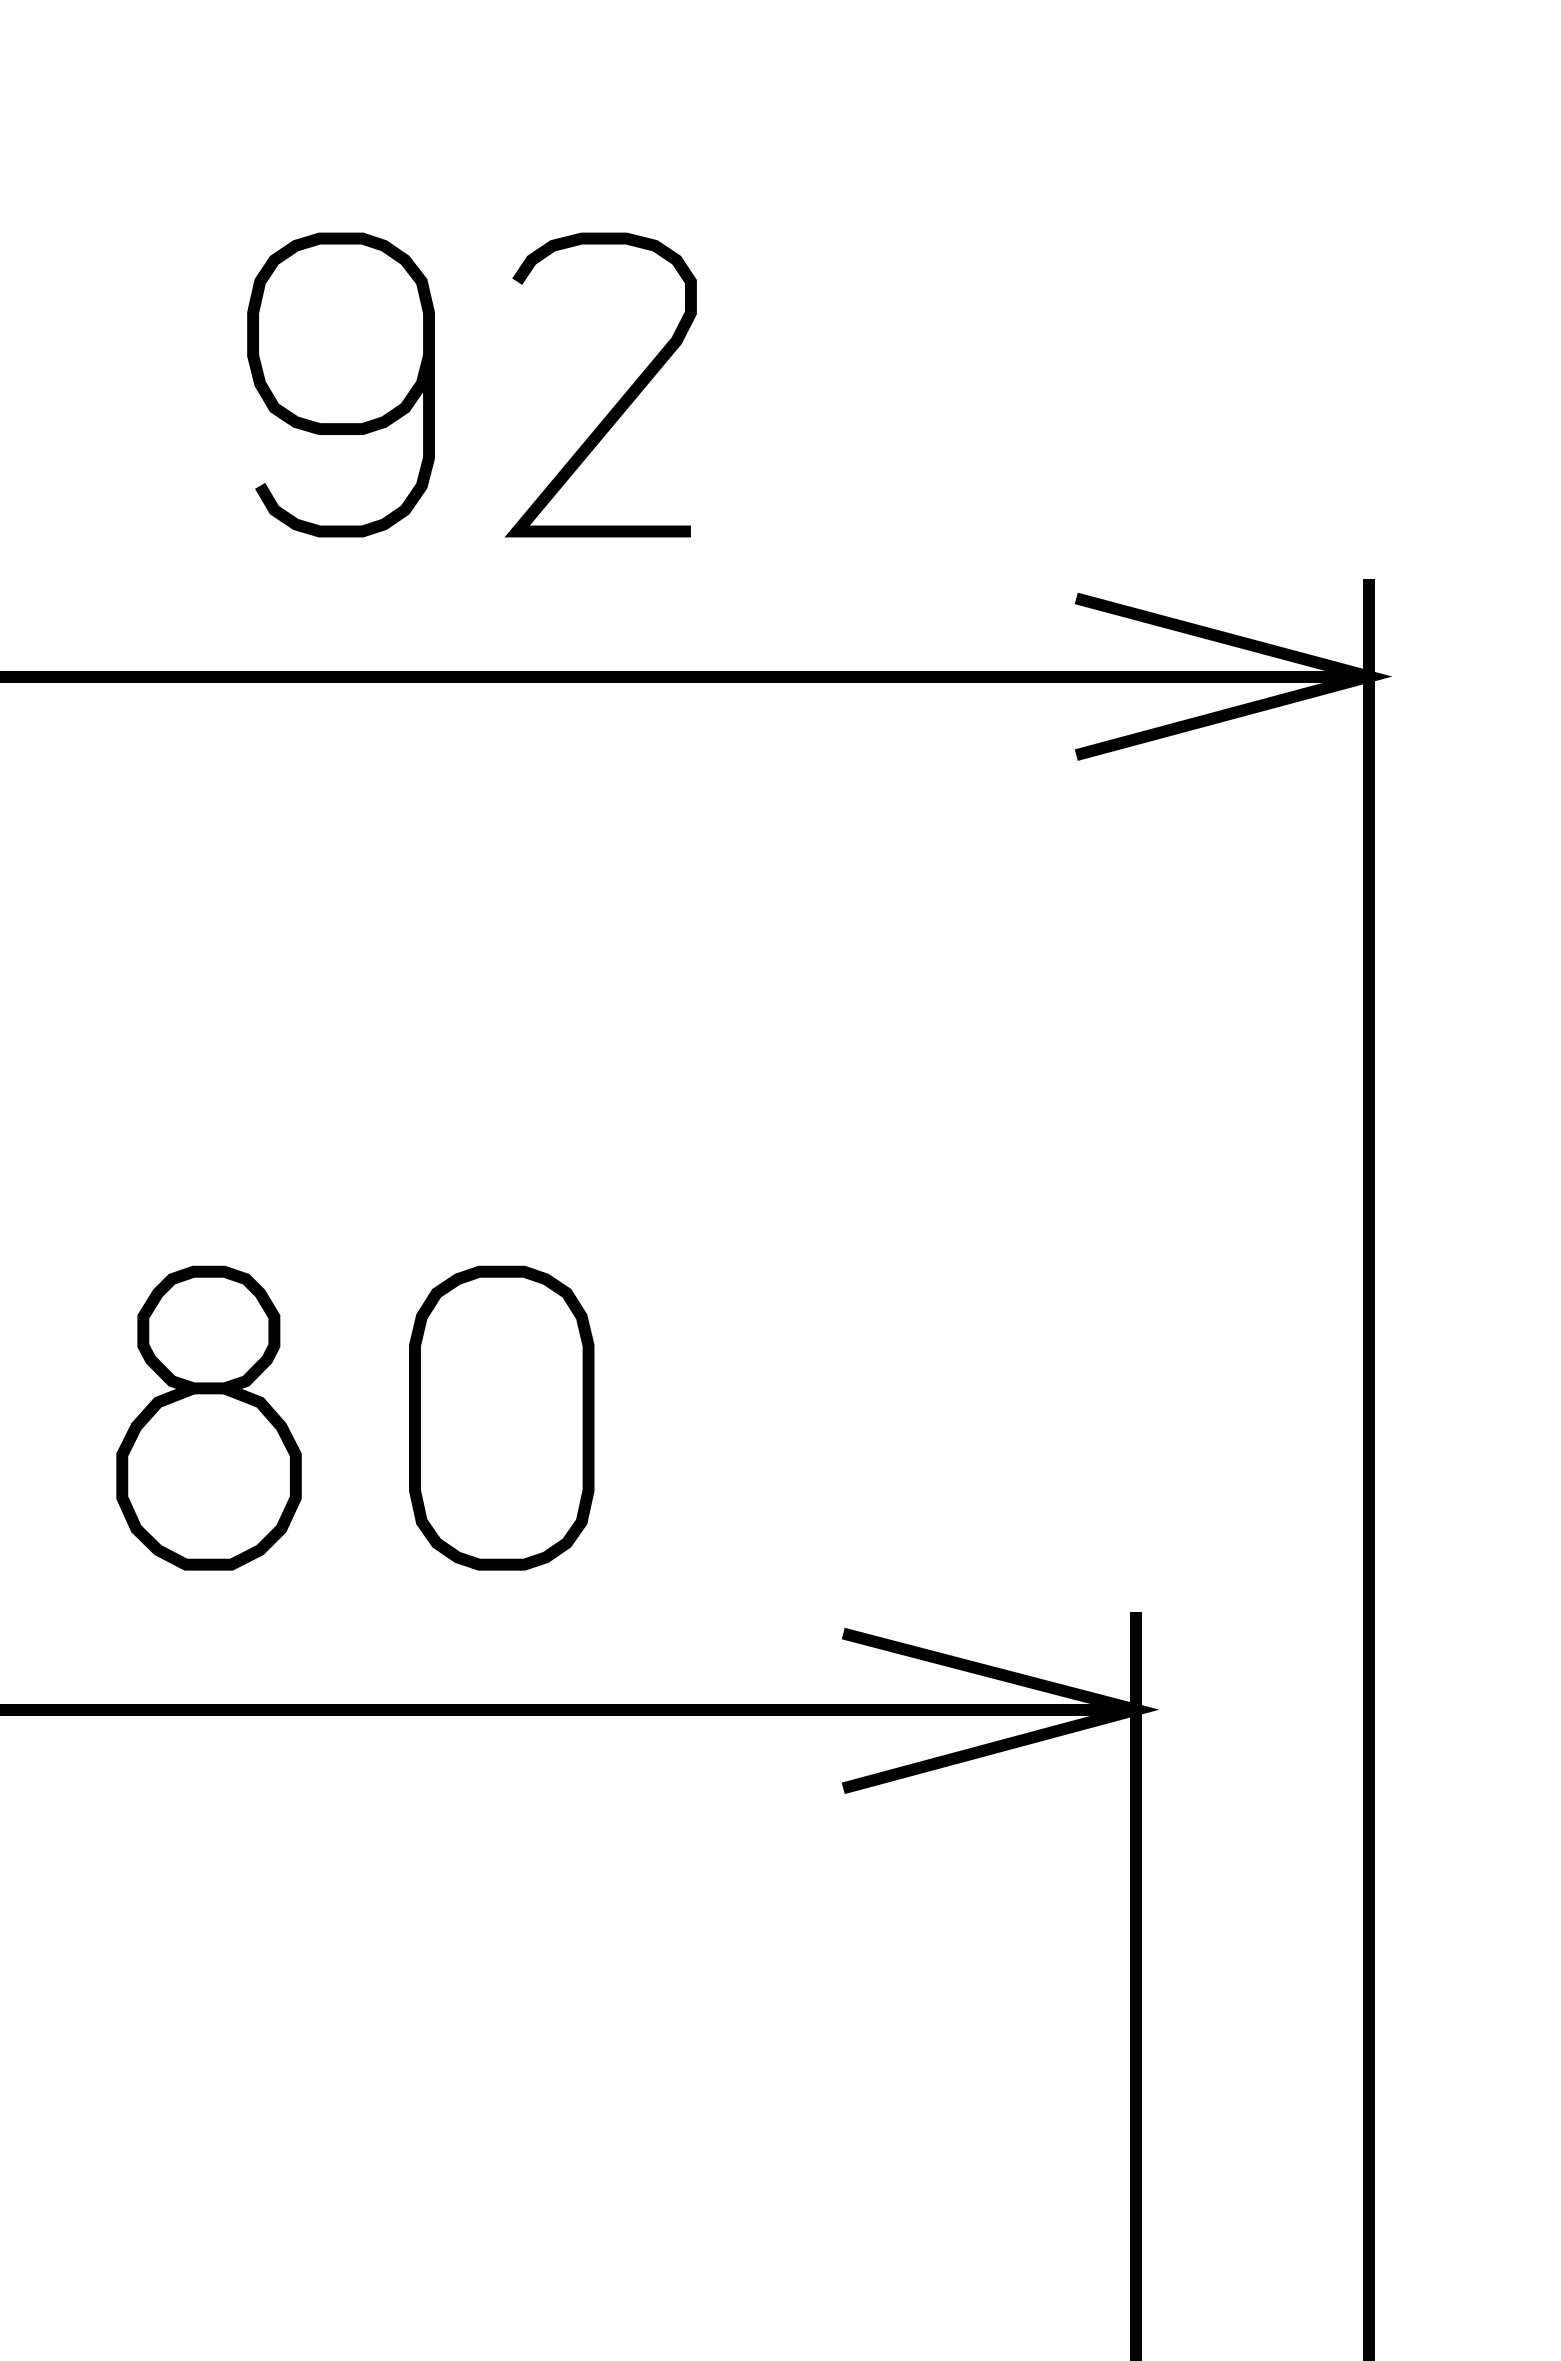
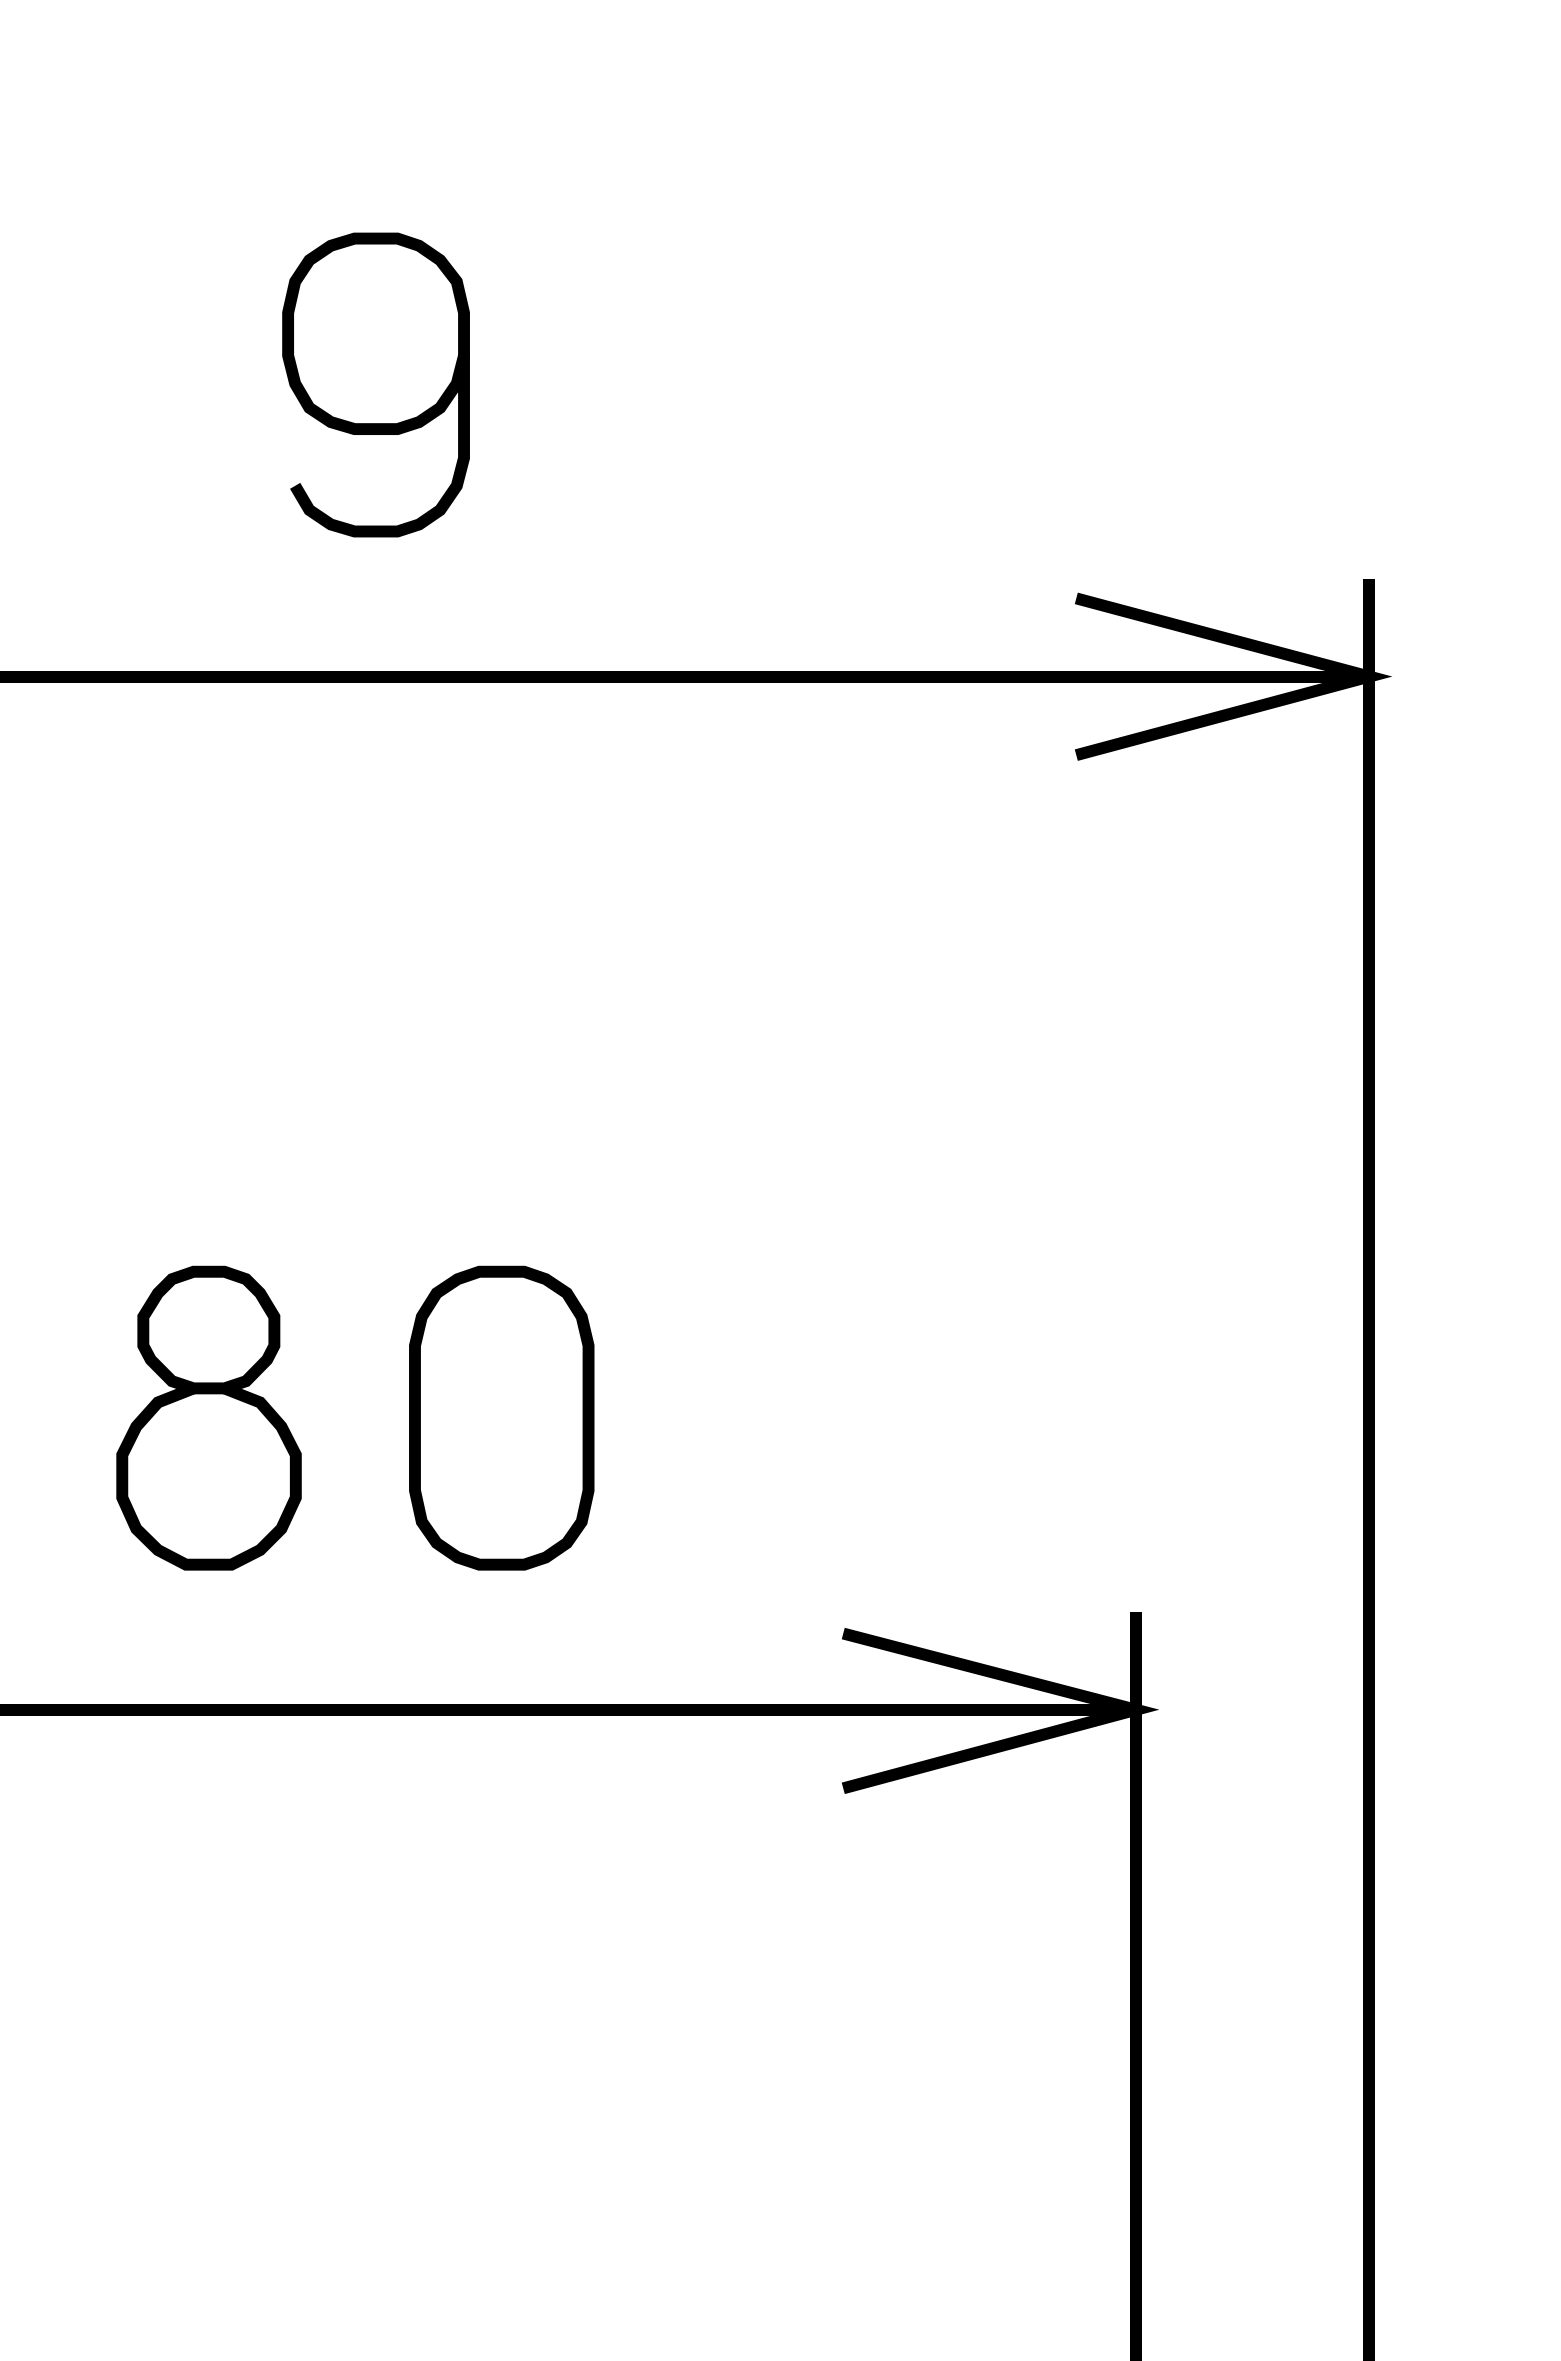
curve at (619, 399): present -> none
curve at (340, 423) position: (340, 423) -> (375, 423)
